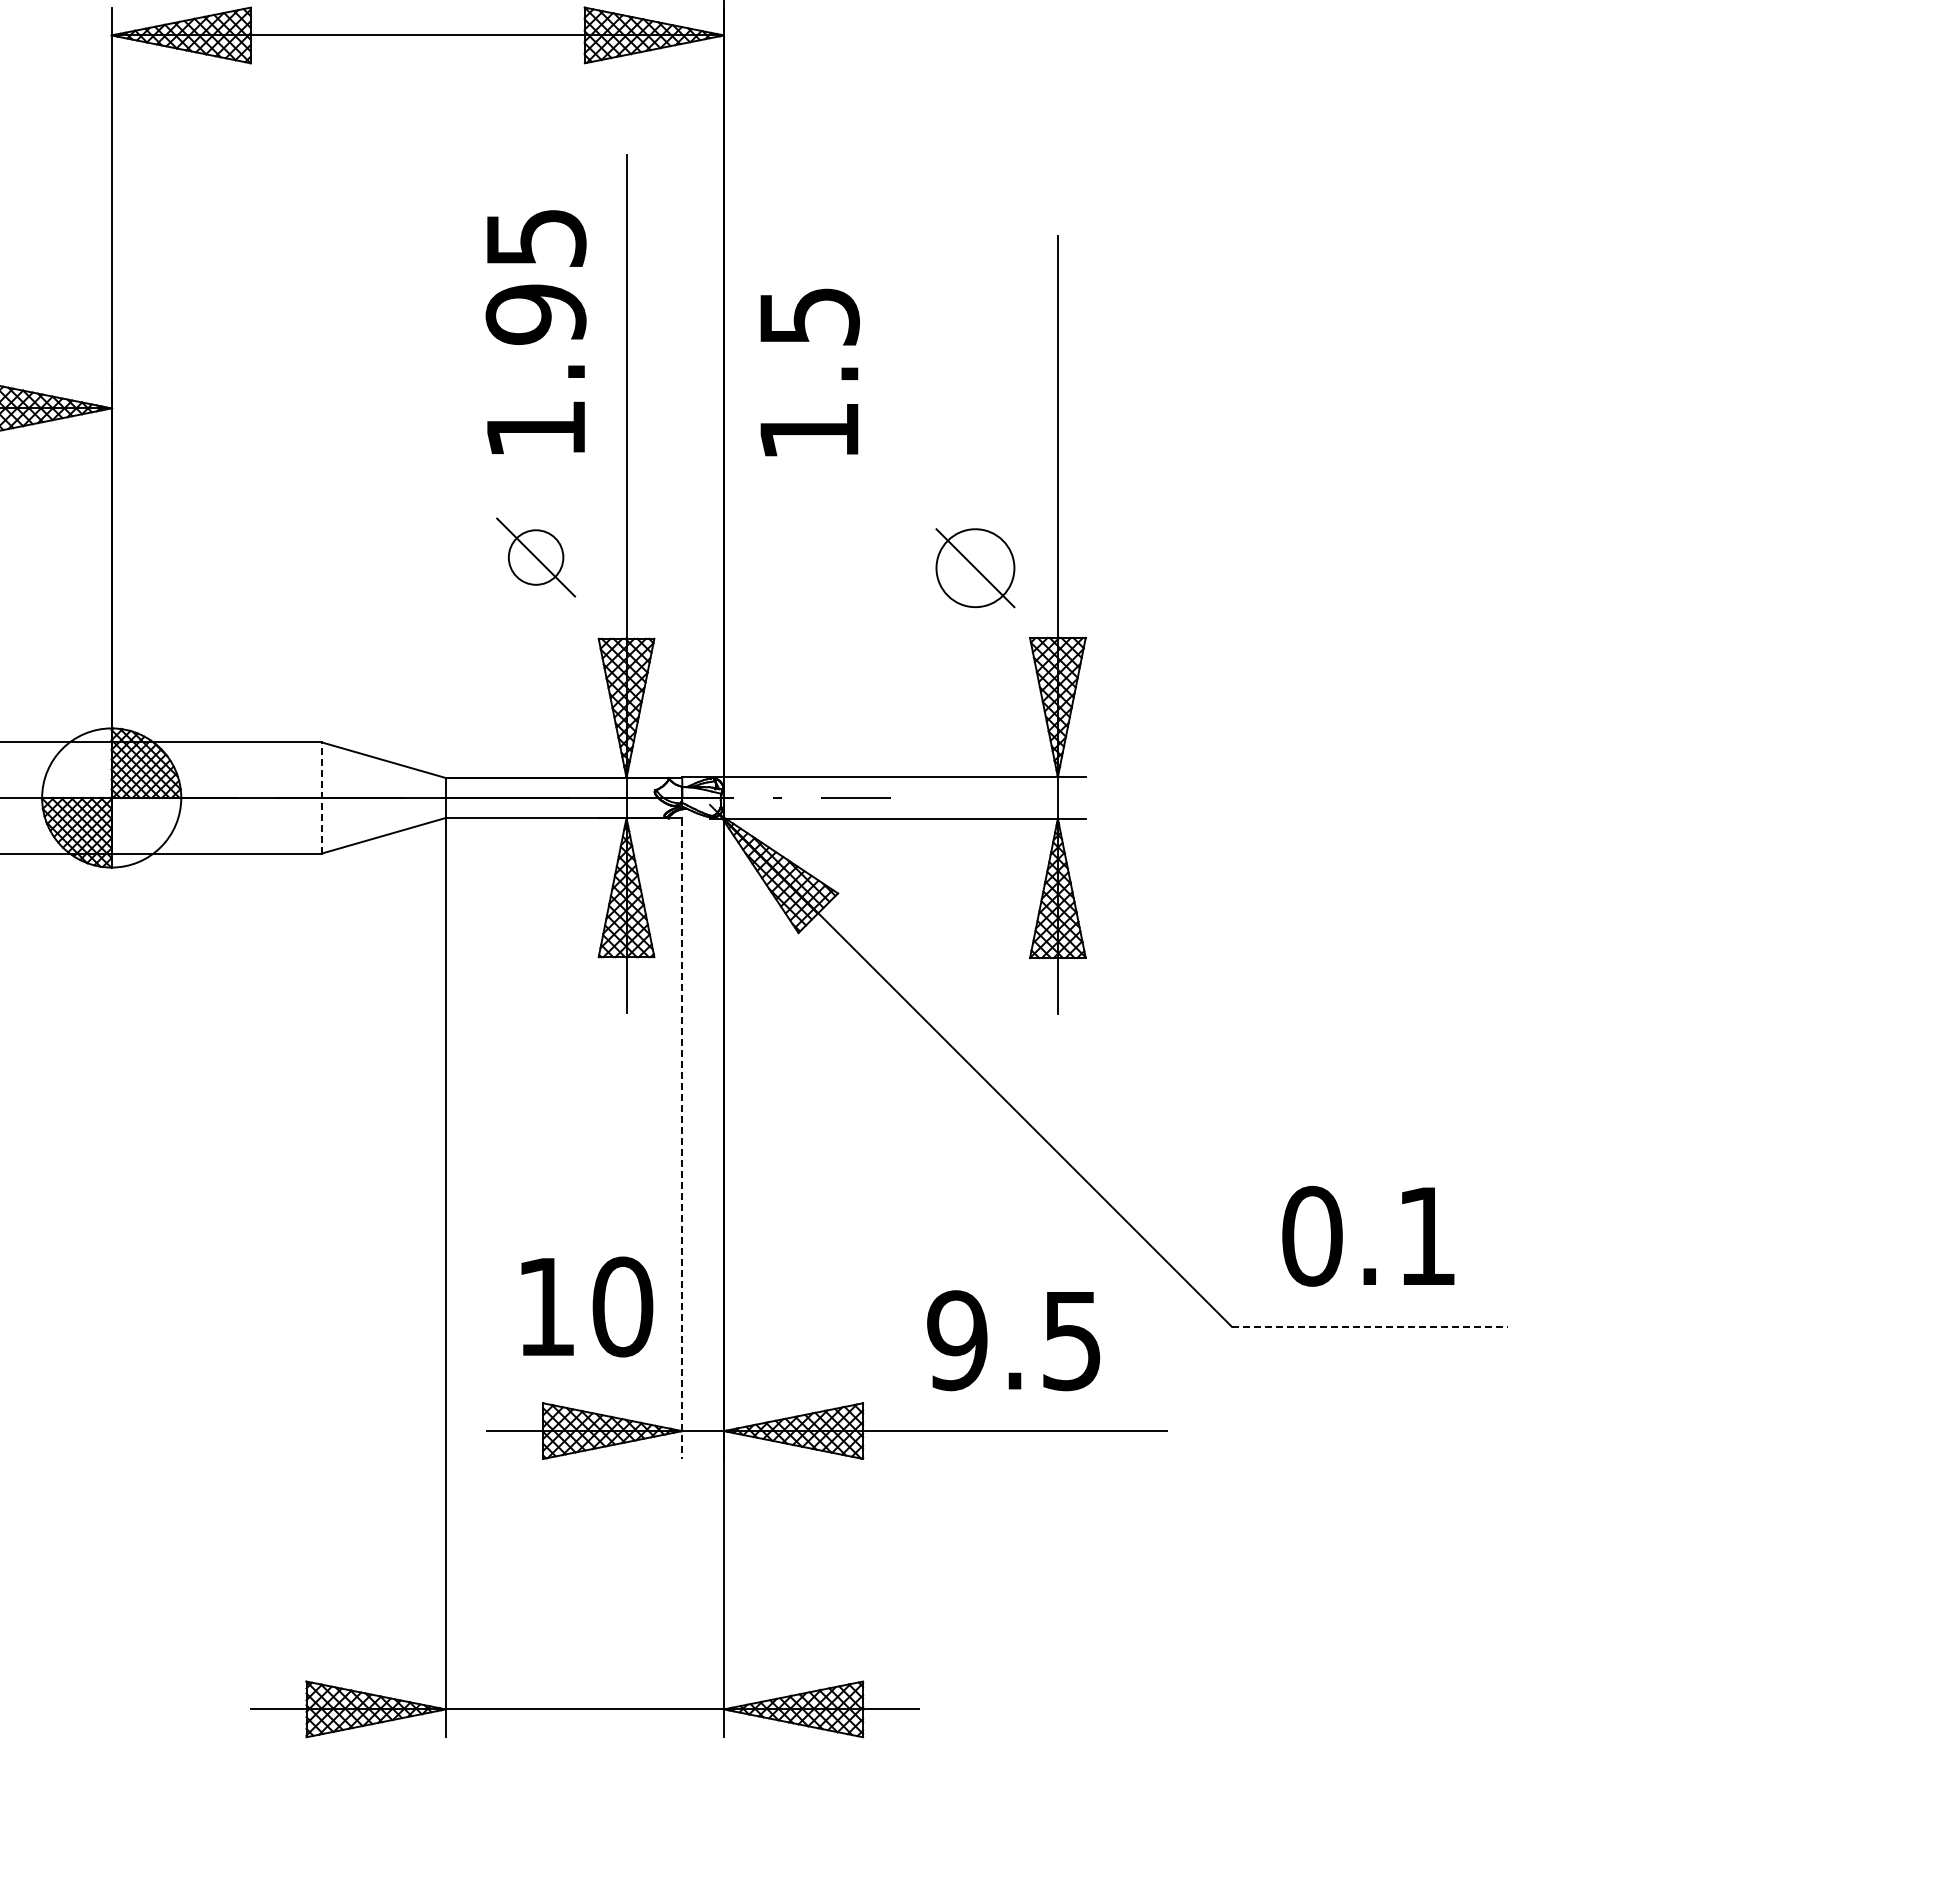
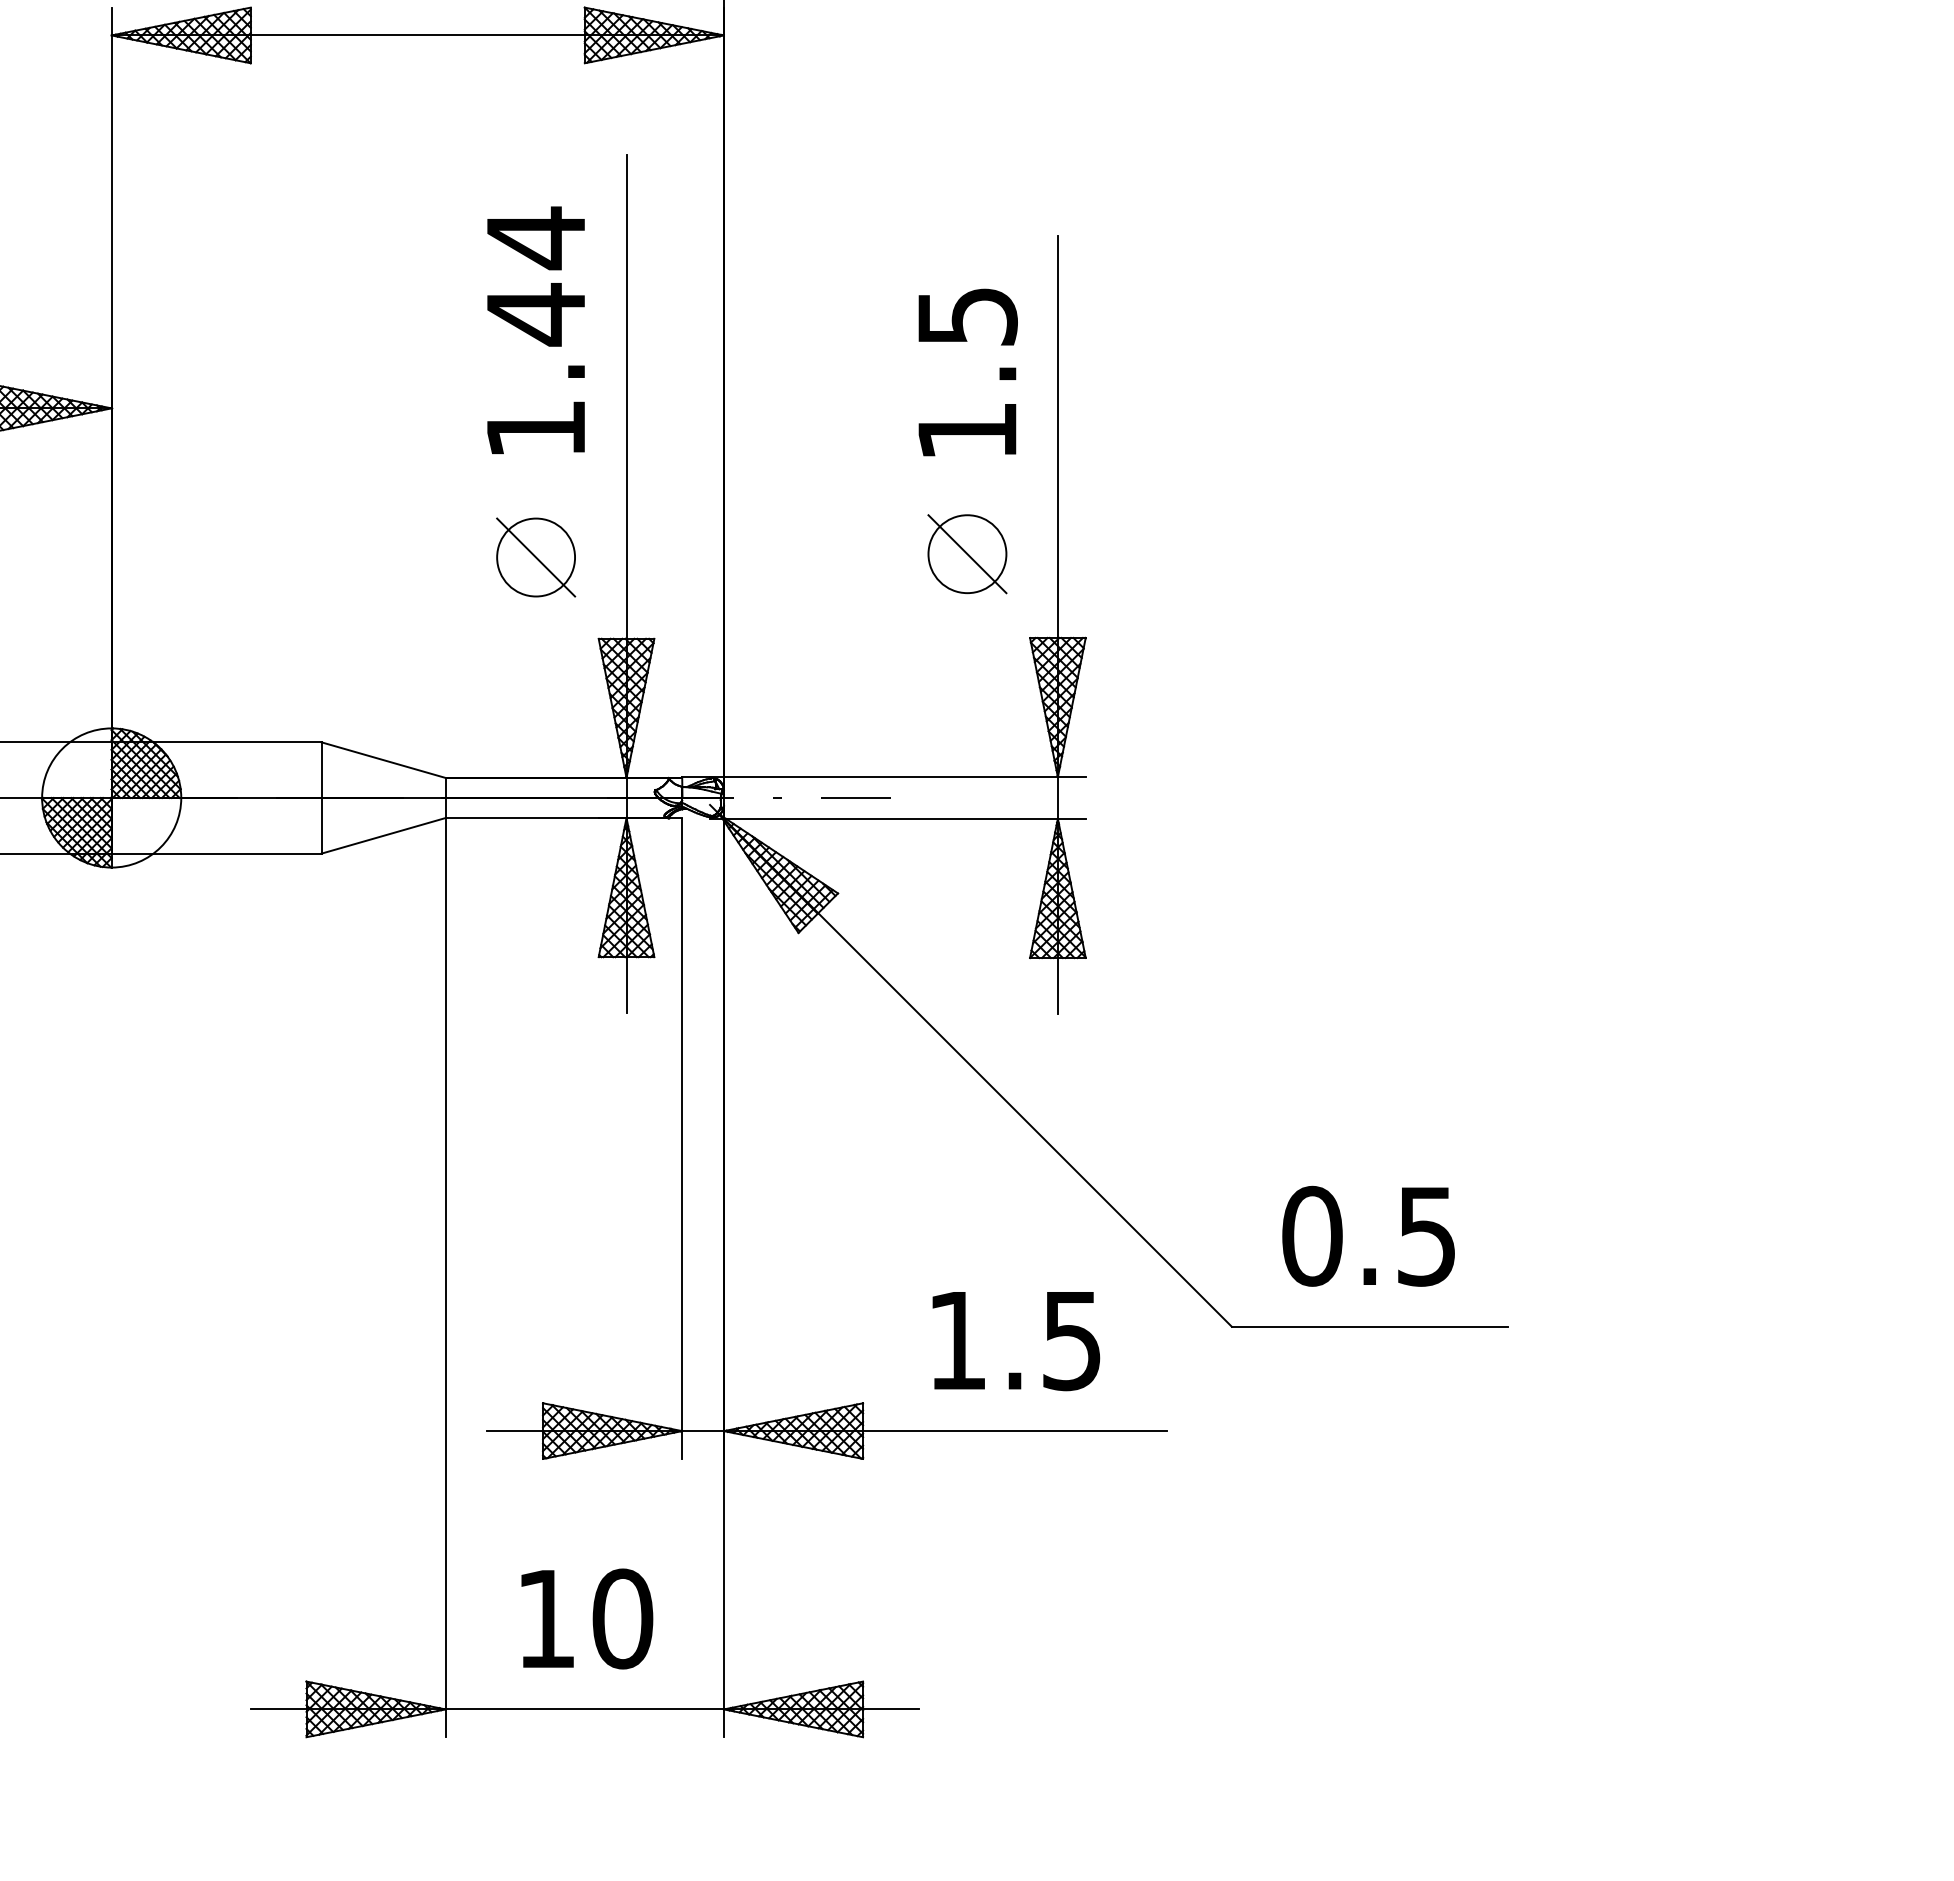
text at (535, 276): 1.95 -> 1.44
text at (809, 372) position: (809, 372) -> (967, 372)
circle at (535, 557) diameter: 55 px -> 78 px
part at (975, 568) position: (975, 568) -> (967, 554)
line at (321, 798): dashed -> solid
line at (682, 1139): dashed -> solid
text at (1426, 1236): 0.1 -> 0.5
text at (587, 1306) position: (587, 1306) -> (587, 1618)
line at (1370, 1326): dashed -> solid
text at (957, 1340): 9.5 -> 1.5
